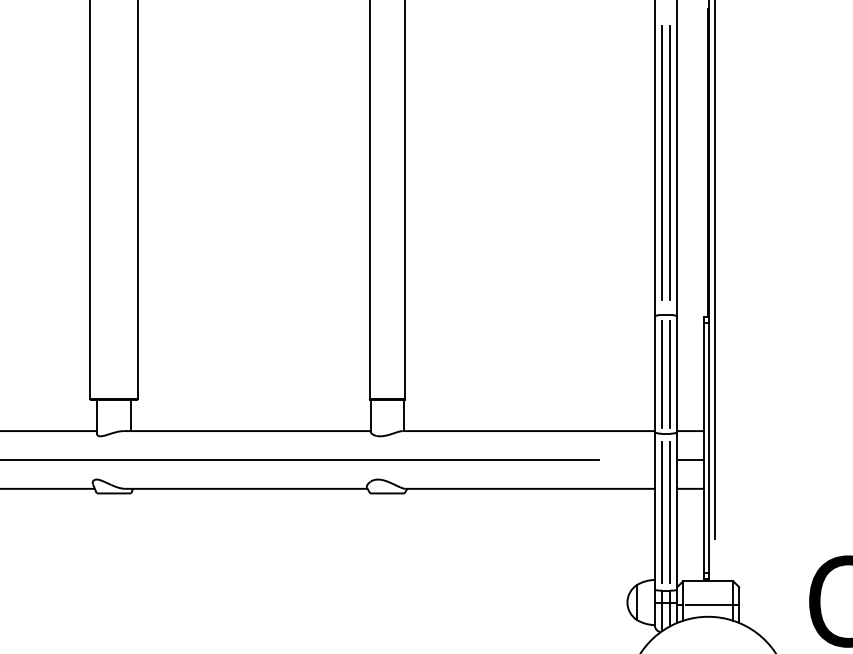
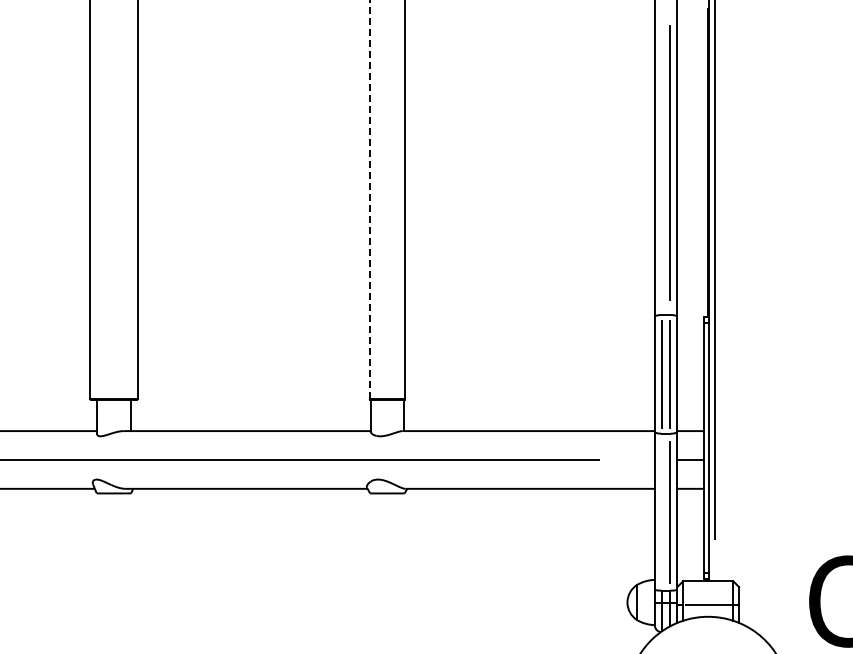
line at (661, 162): present -> none
line at (369, 199): solid -> dashed
line at (661, 511): present -> none
